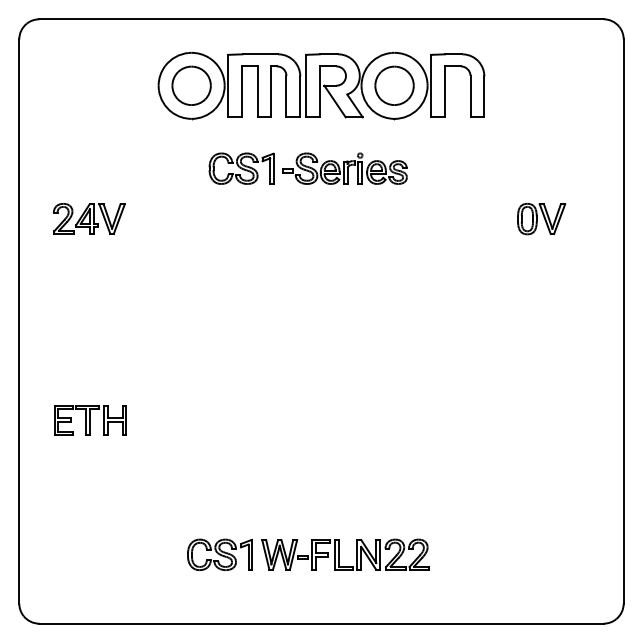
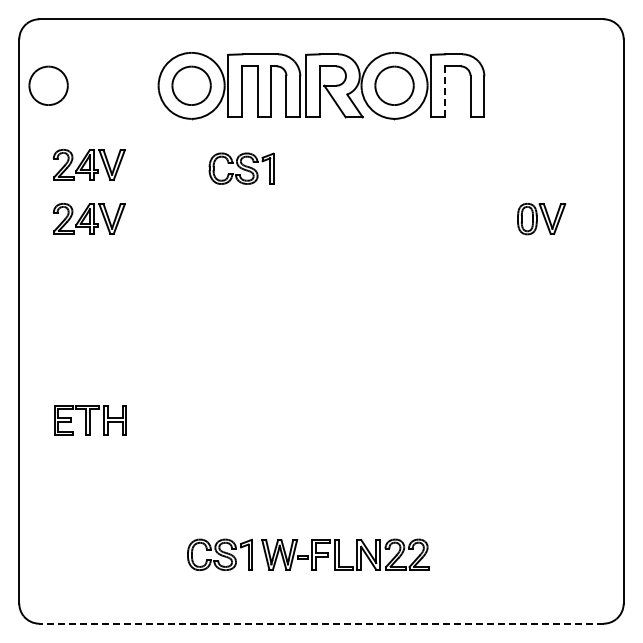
part at (48, 85): none -> present
line at (445, 91): solid -> dashed
part at (89, 164): none -> present
part at (344, 168): present -> none
line at (320, 623): solid -> dashed
